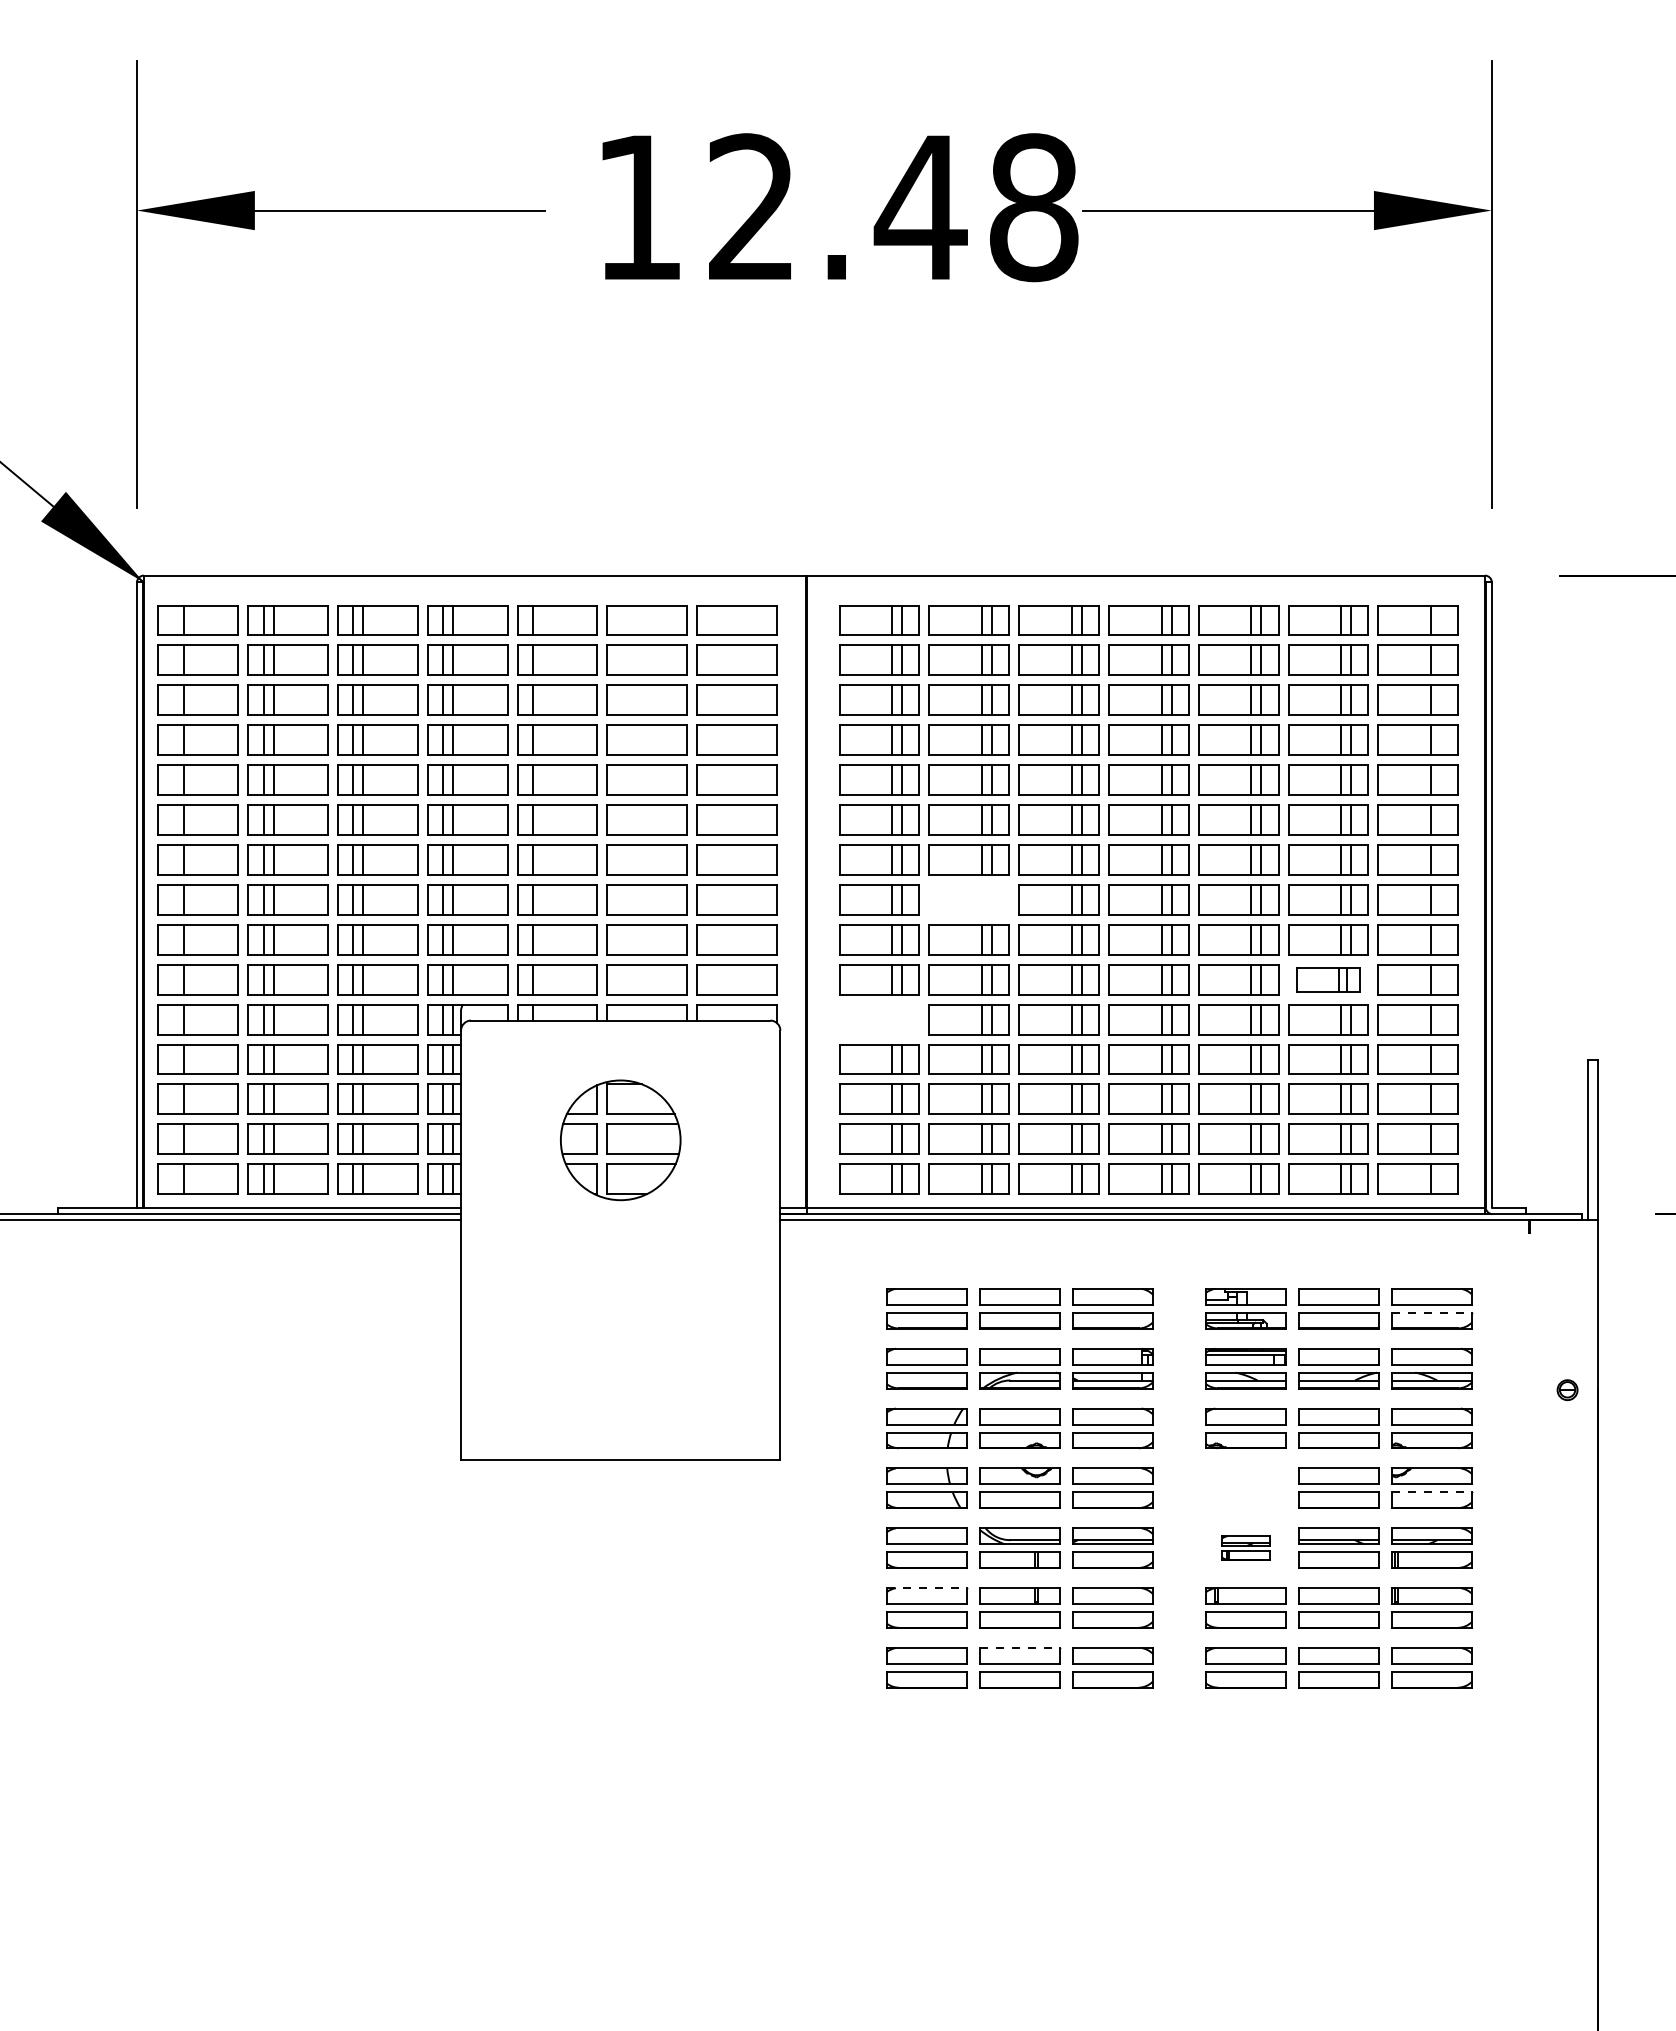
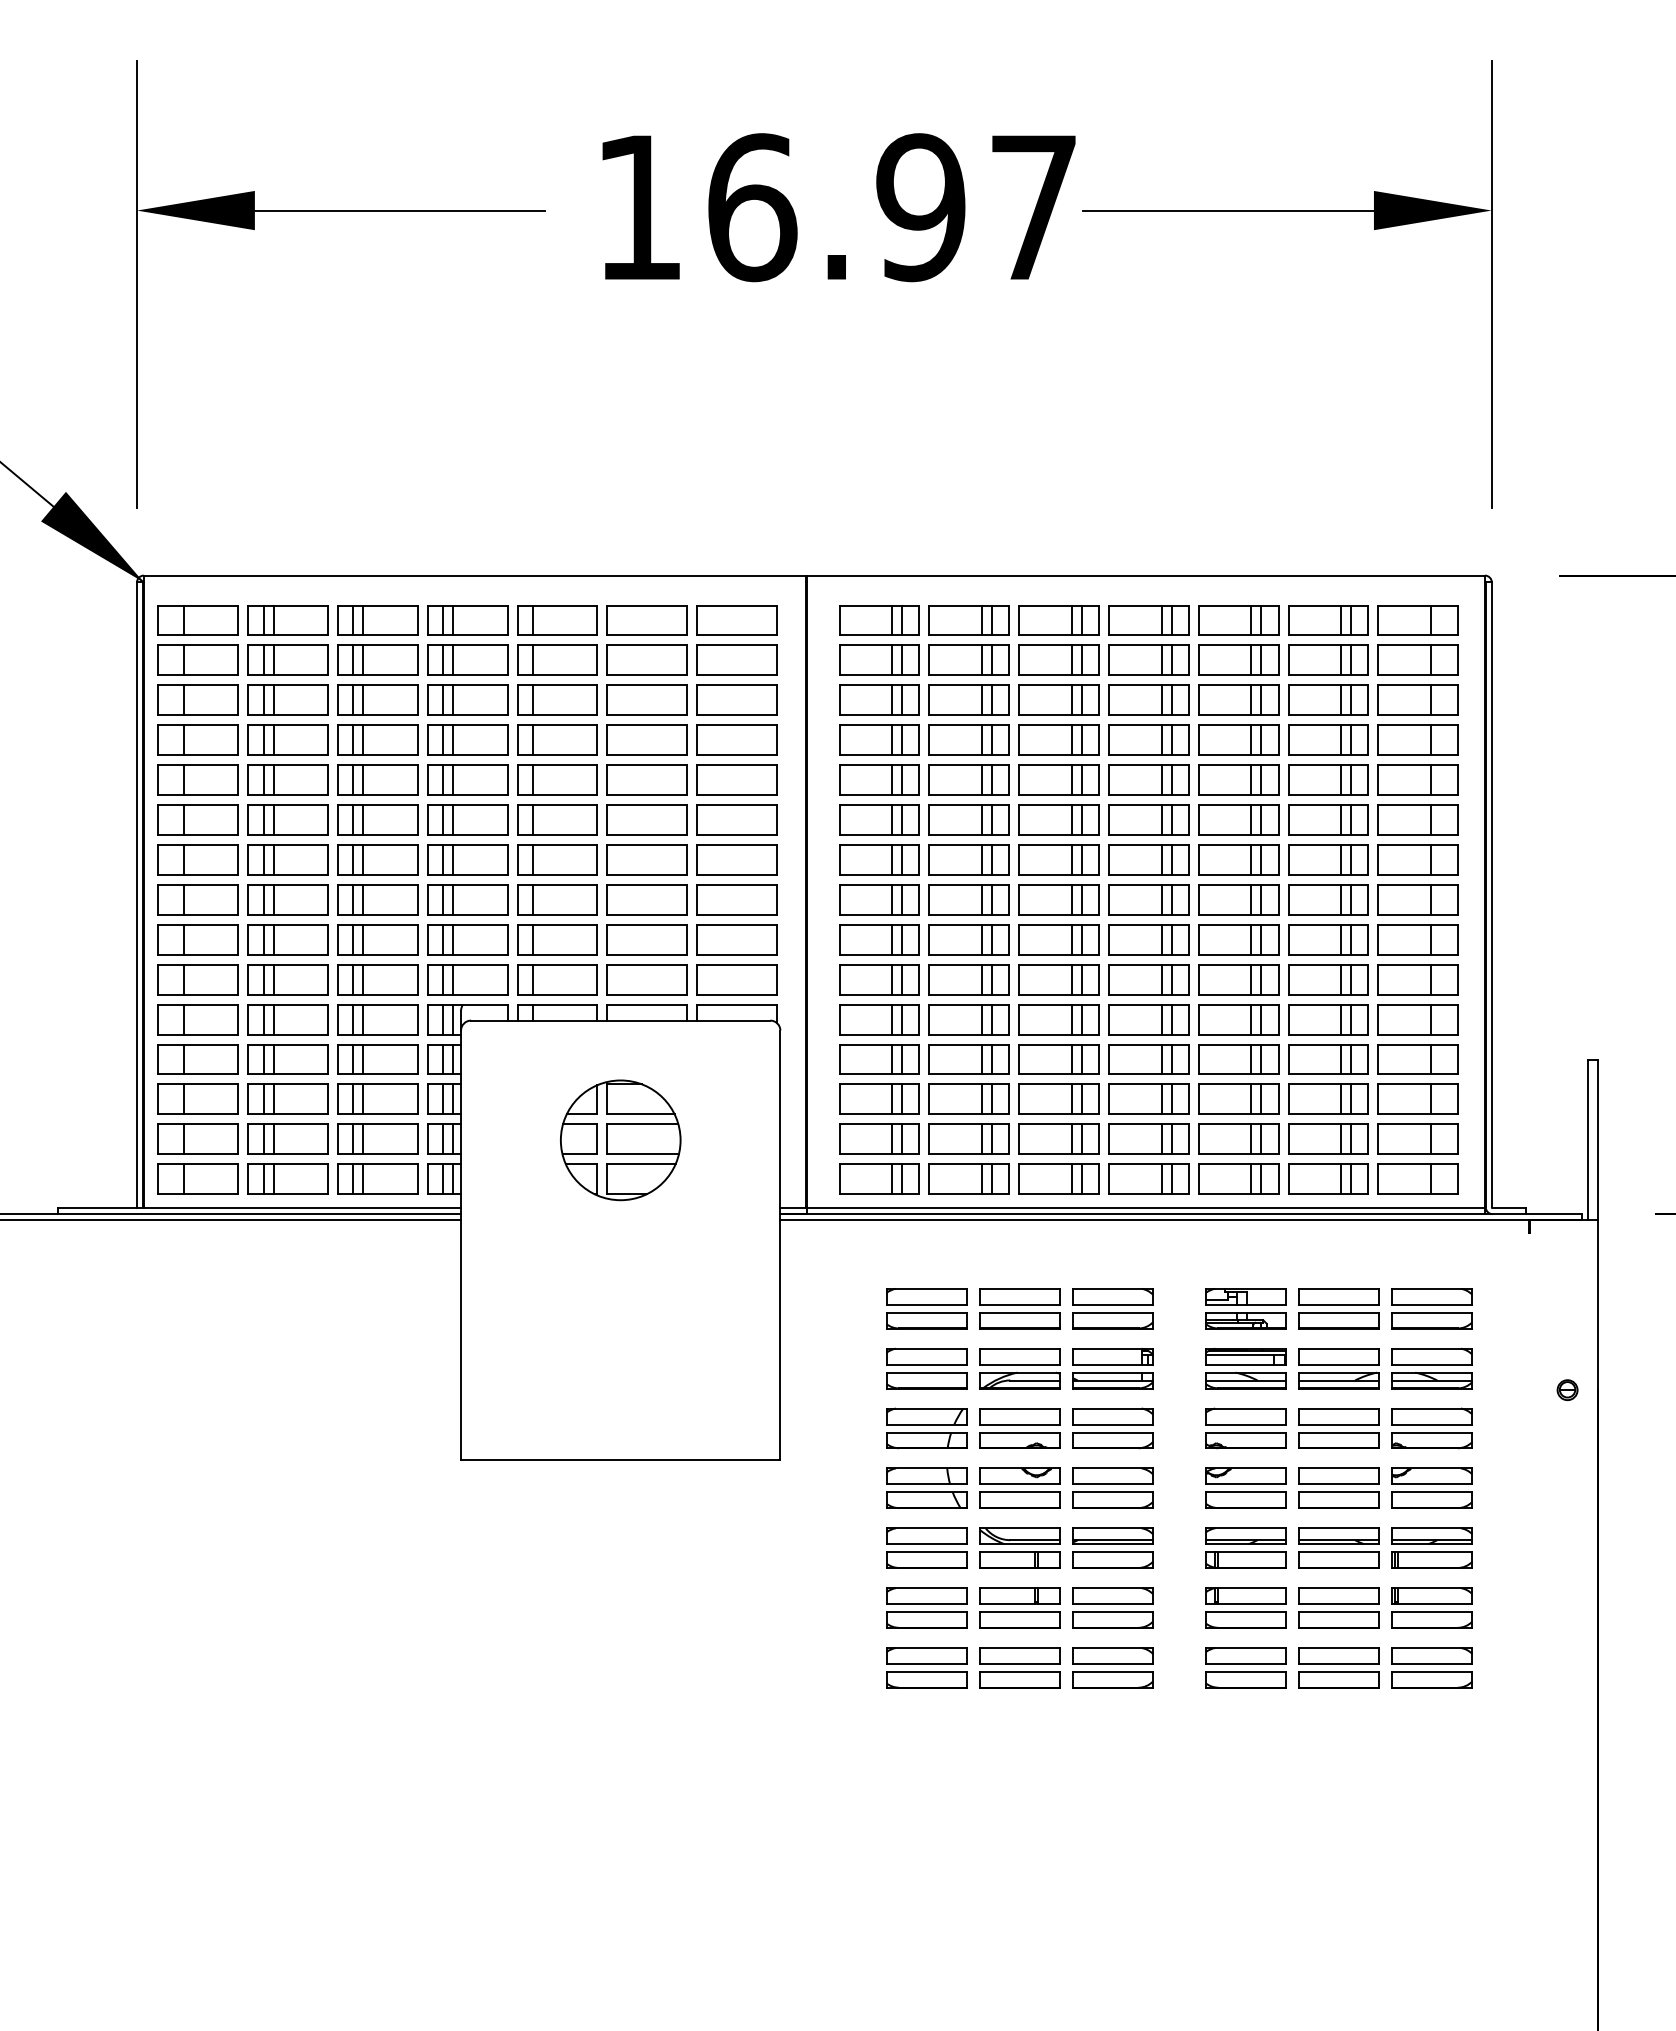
text at (893, 207): 12.48 -> 16.97
part at (968, 899): none -> present
part at (1328, 979) size: 65x26 px -> 81x32 px
part at (879, 1019): none -> present
line at (1432, 1312): dashed -> solid
part at (1245, 1487): none -> present
line at (1432, 1492): dashed -> solid
part at (1245, 1547) size: 50x26 px -> 82x42 px
line at (926, 1588): dashed -> solid
line at (1019, 1648): dashed -> solid
